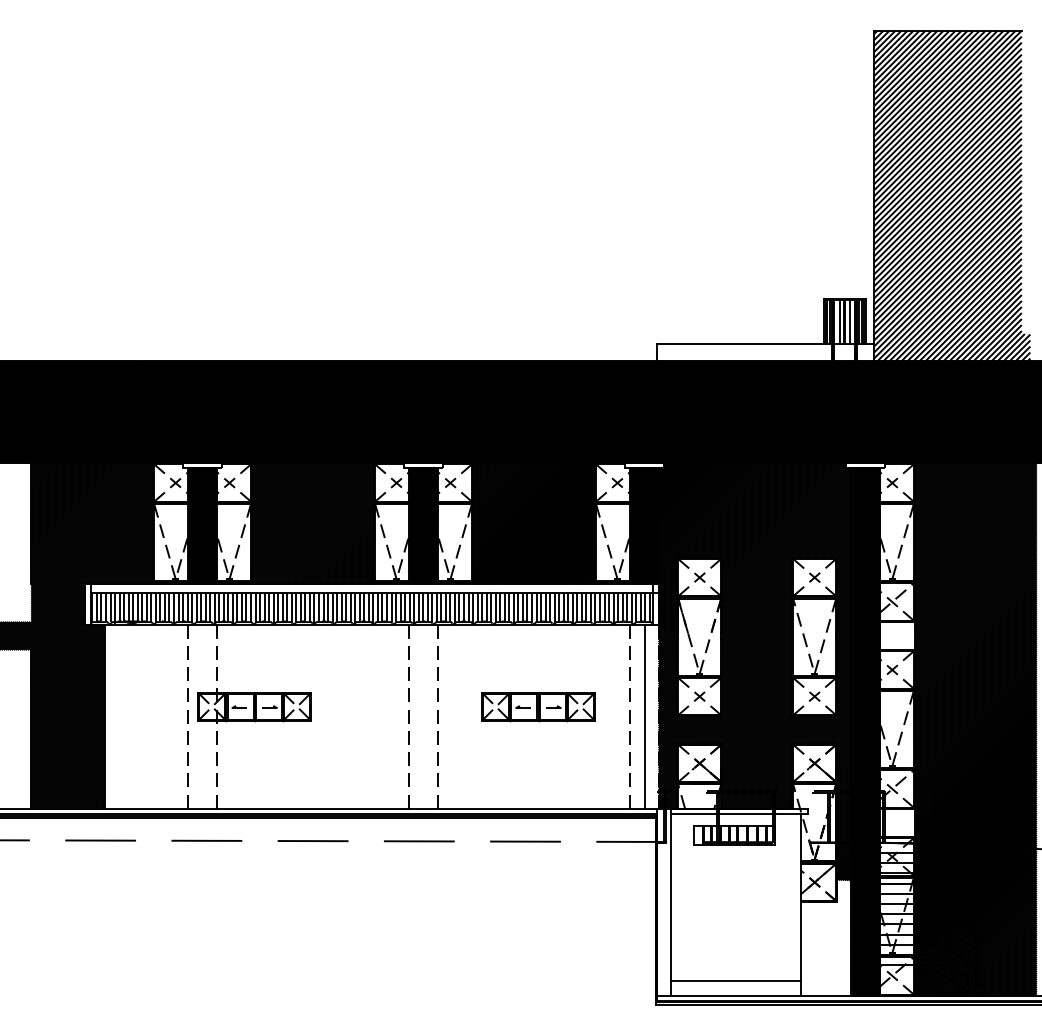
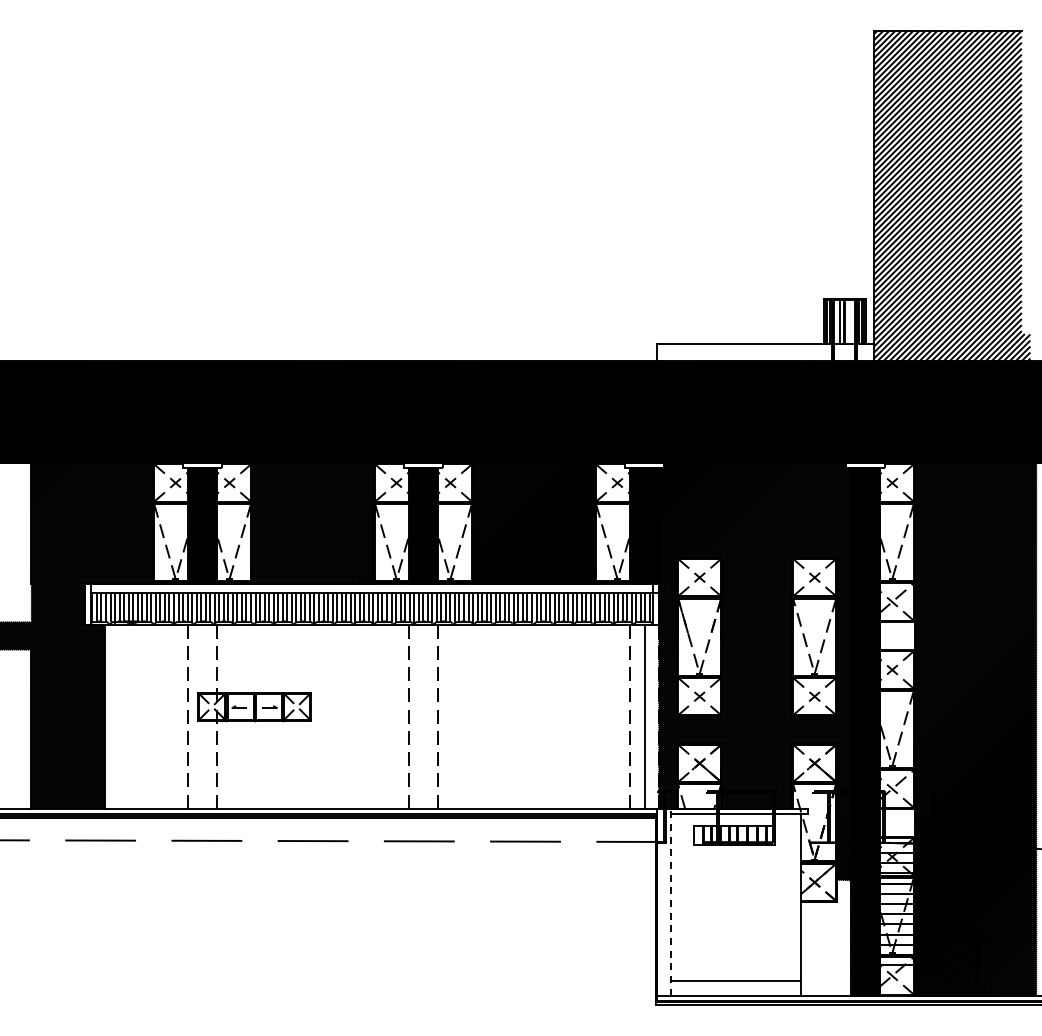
line at (849, 322): present -> none
part at (538, 707): present -> none
line at (671, 901): solid -> dashed
